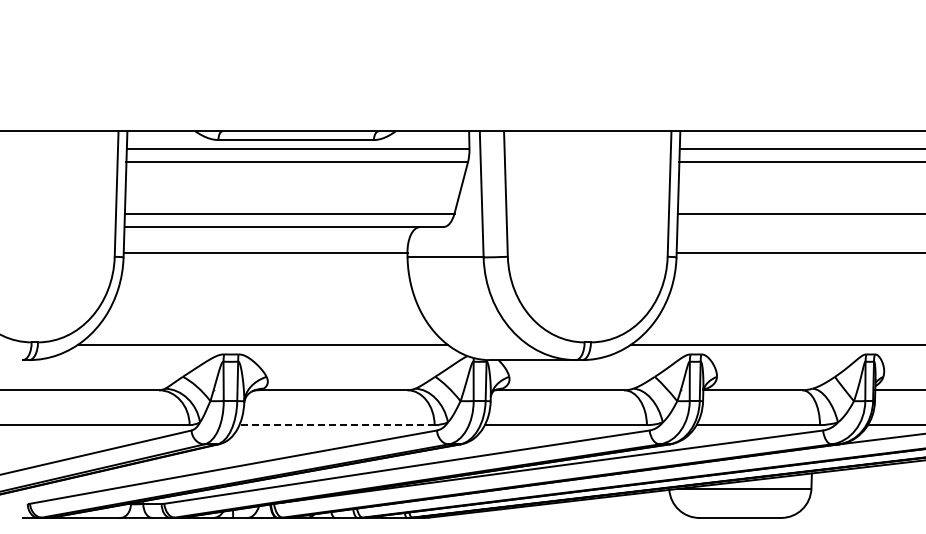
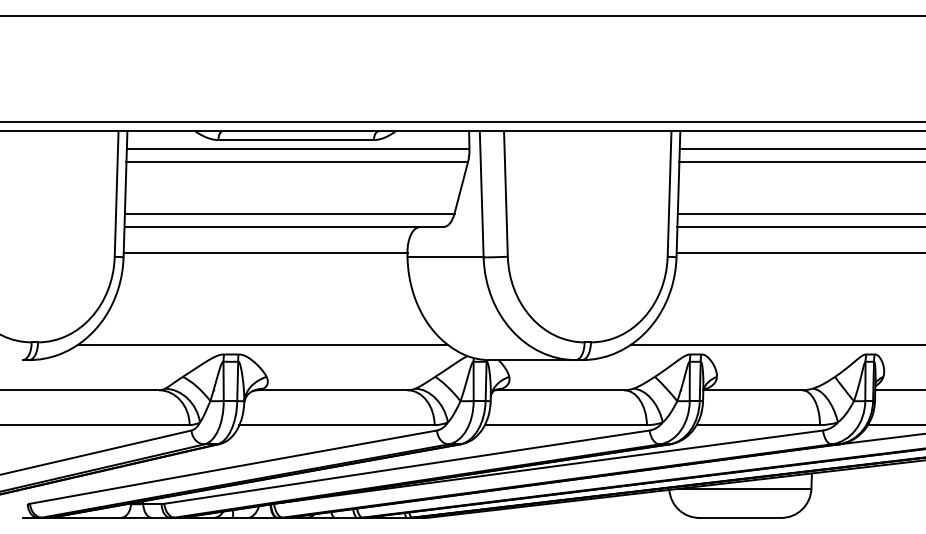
line at (462, 16): none -> present
line at (462, 122): none -> present
line at (799, 227): none -> present
line at (337, 425): dashed -> solid
